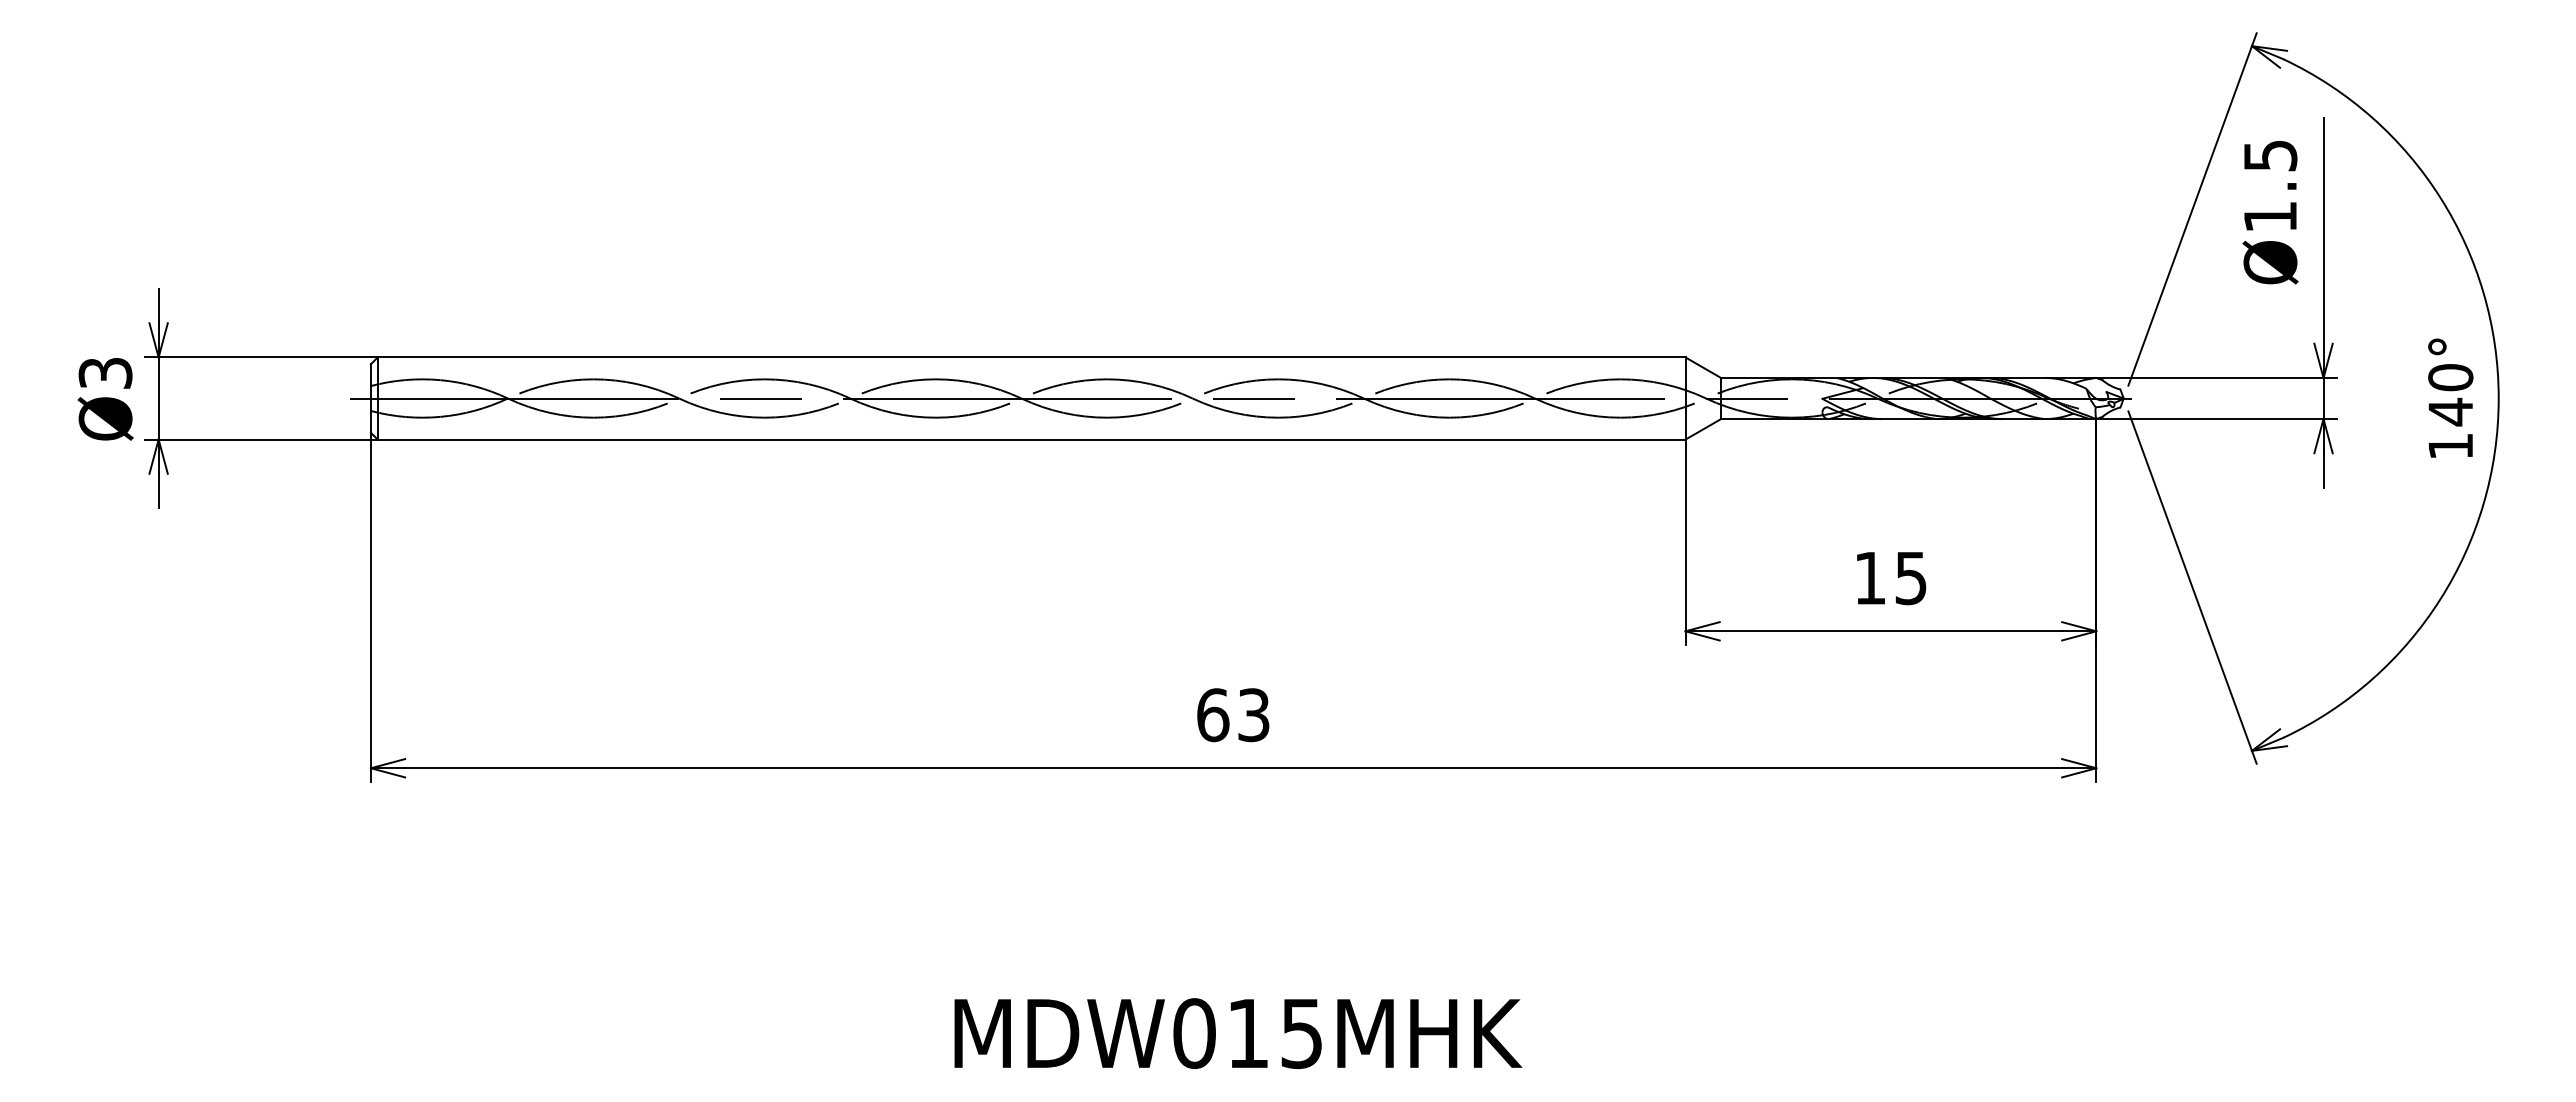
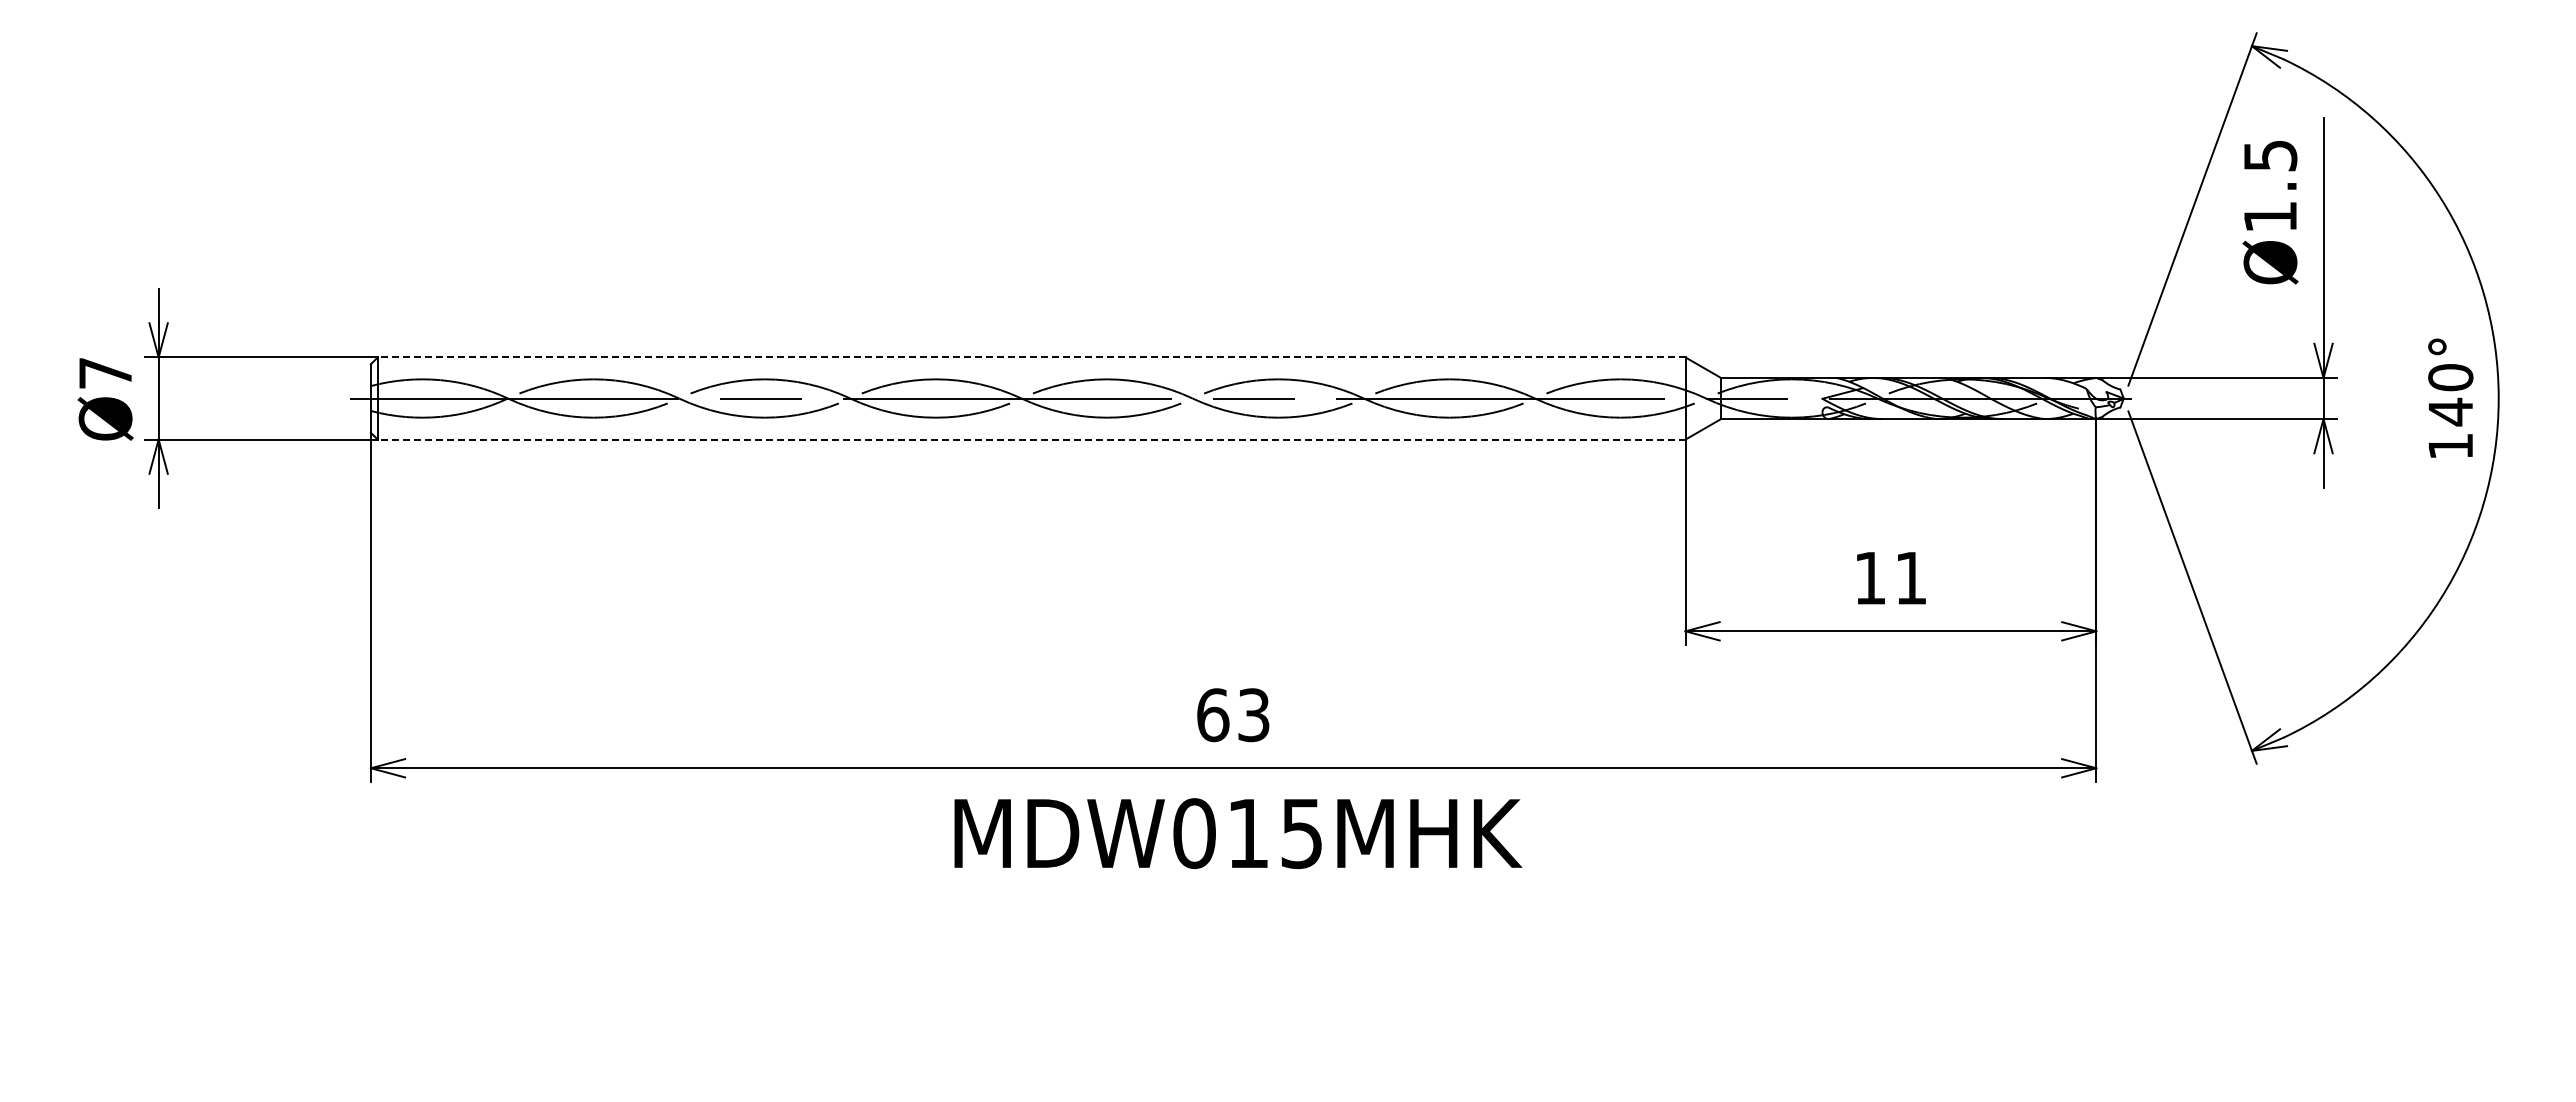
line at (1031, 357): solid -> dashed
text at (105, 373): Ø3 -> Ø7
line at (1031, 439): solid -> dashed
text at (1910, 578): 15 -> 11
text at (1238, 1033) position: (1238, 1033) -> (1238, 833)
